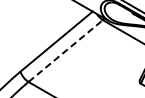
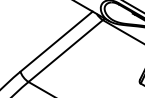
line at (66, 50): dashed -> solid
